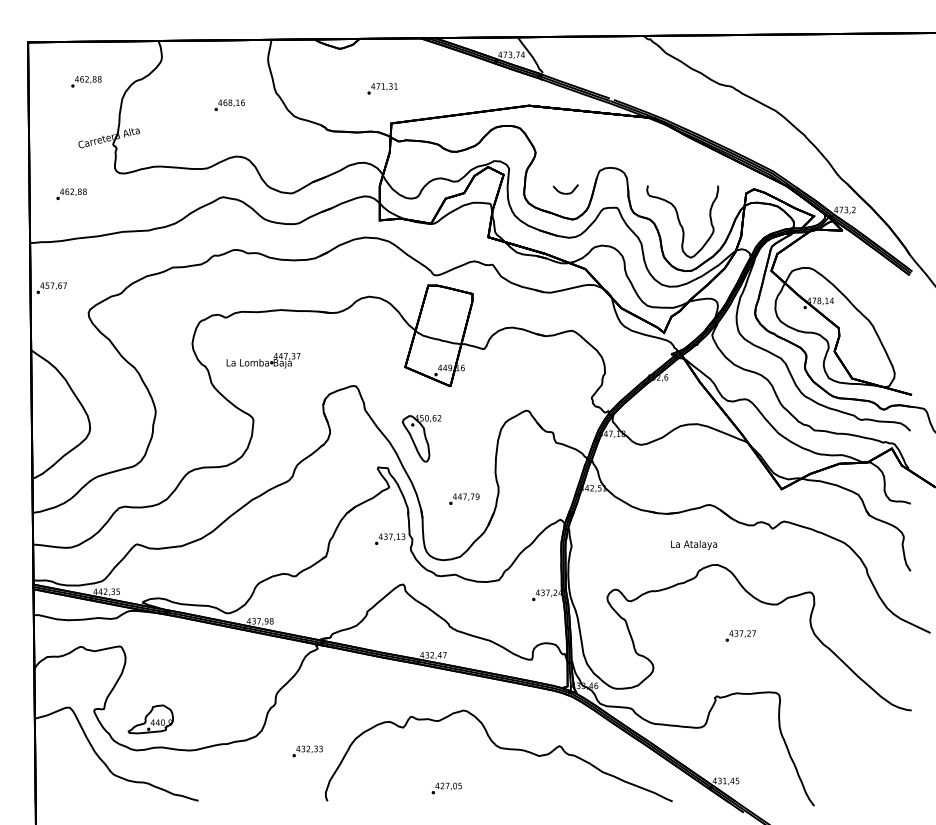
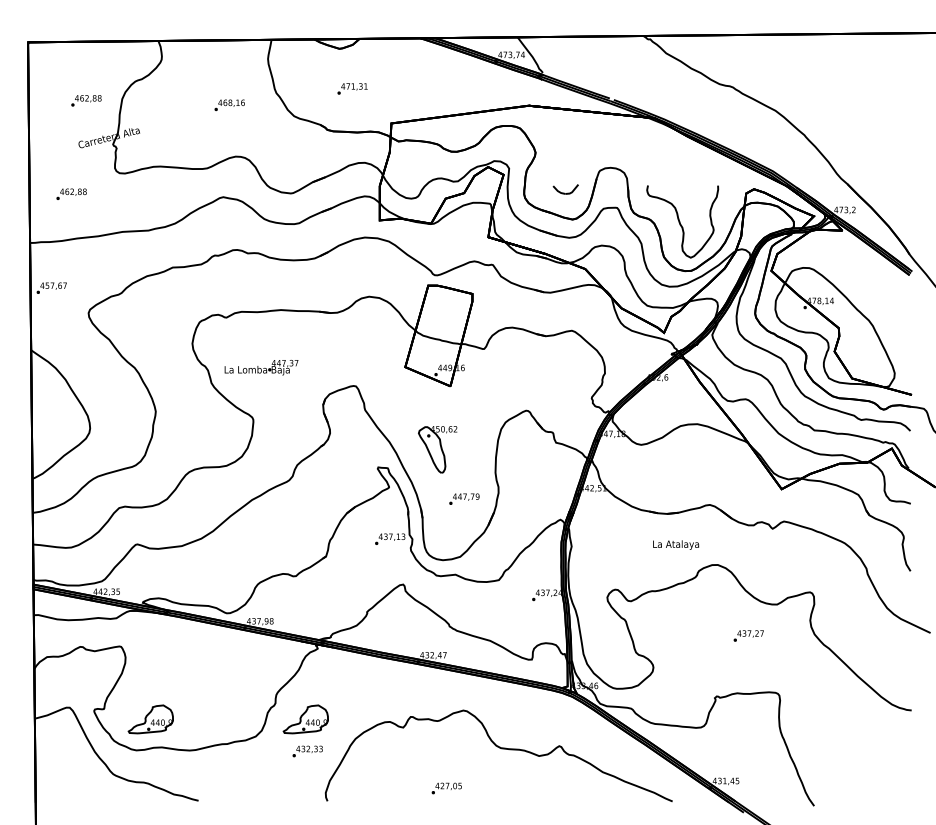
text at (86, 81) position: (86, 81) -> (86, 100)
text at (382, 88) position: (382, 88) -> (352, 88)
text at (263, 360) position: (263, 360) -> (261, 367)
part at (421, 438) position: (421, 438) -> (437, 449)
text at (694, 544) position: (694, 544) -> (676, 544)
text at (740, 635) position: (740, 635) -> (748, 635)
part at (305, 719): none -> present
